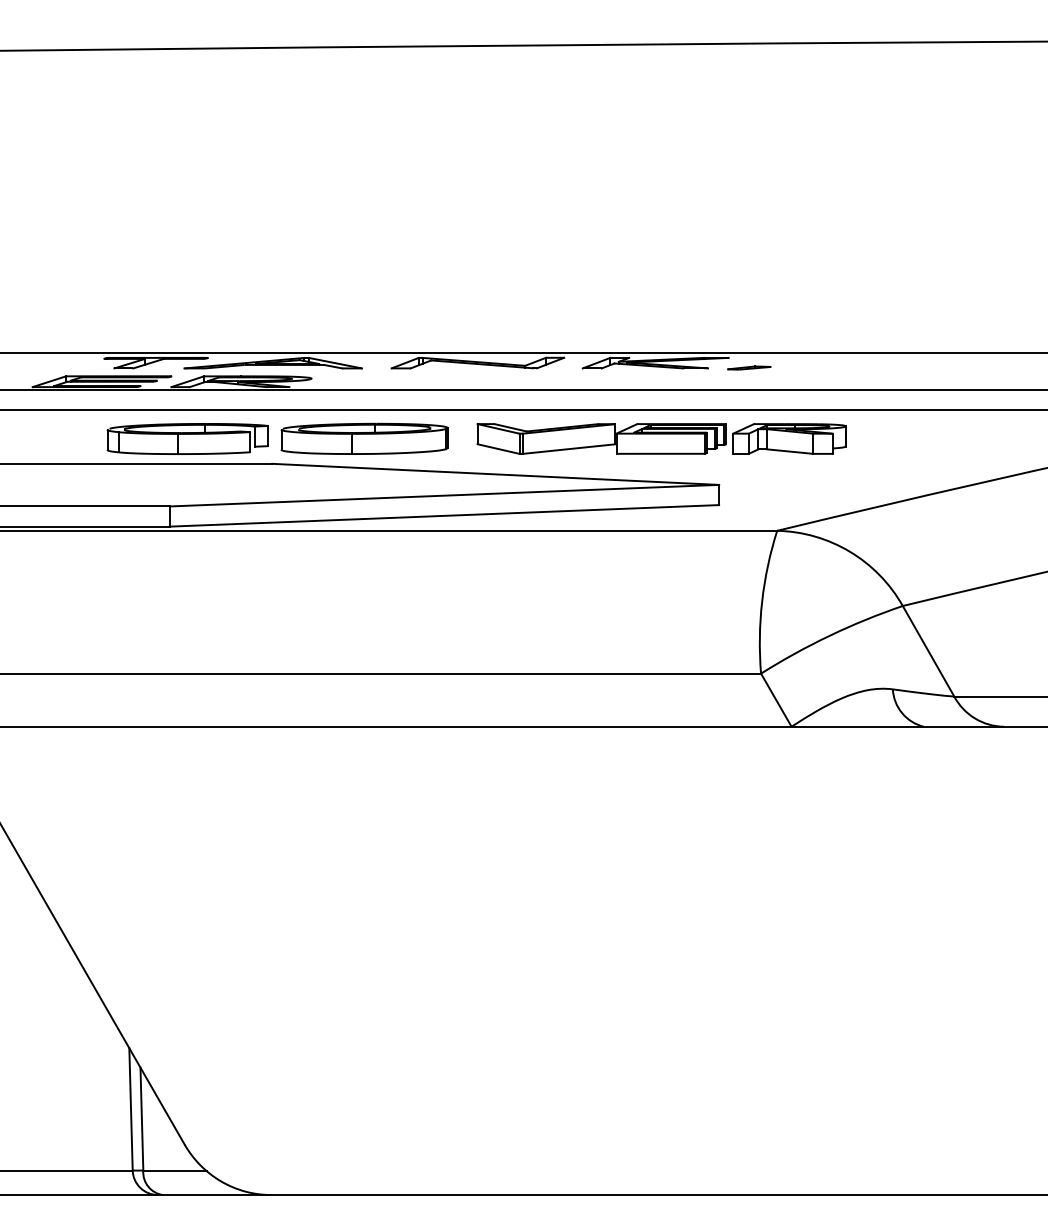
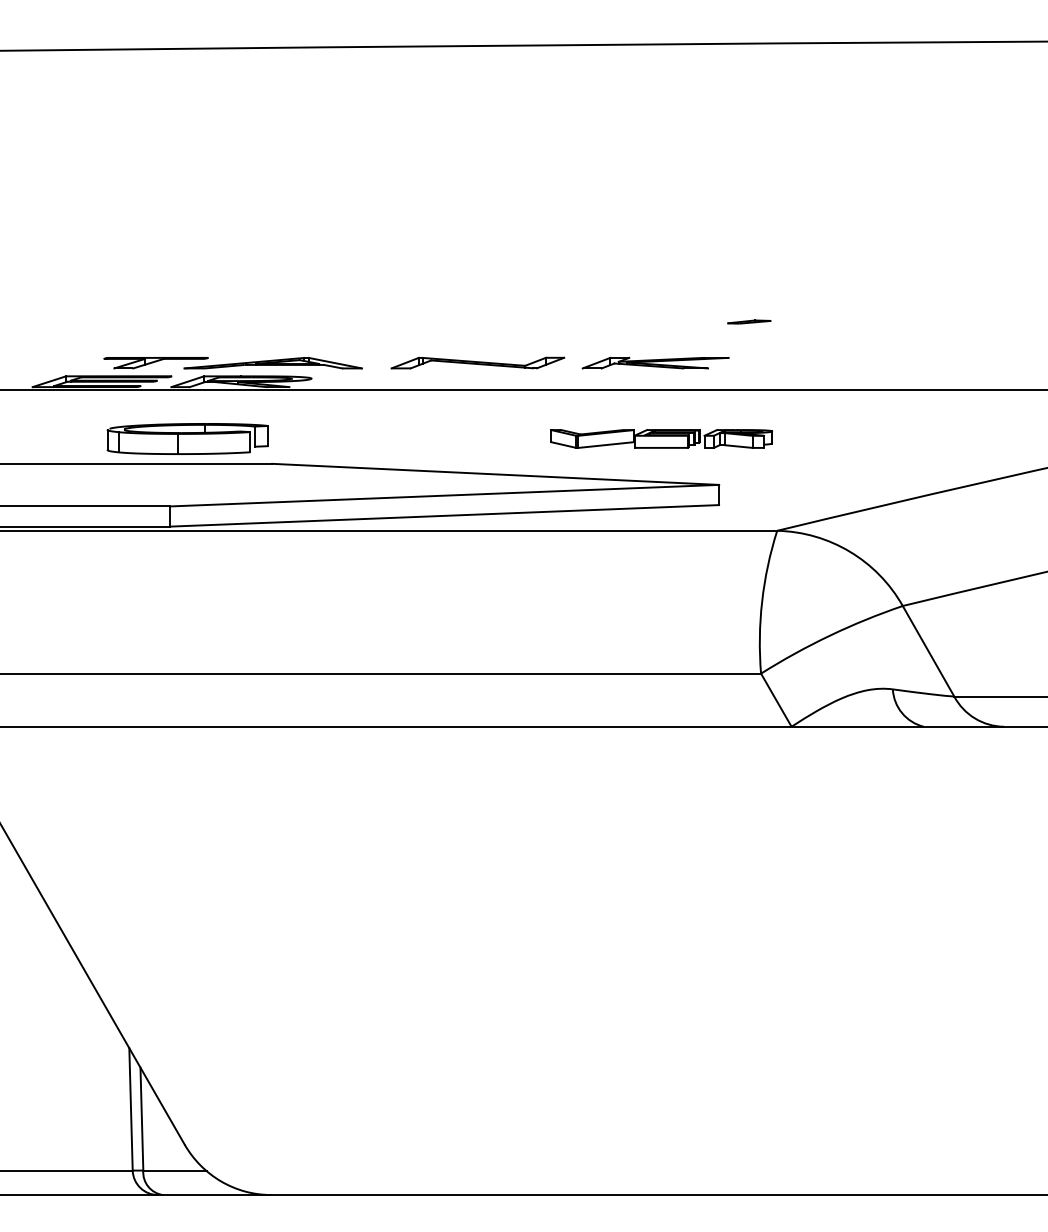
line at (523, 353): present -> none
line at (749, 367) position: (749, 367) -> (749, 321)
line at (523, 410): present -> none
part at (364, 438): present -> none
part at (661, 438) size: 371x32 px -> 224x20 px
